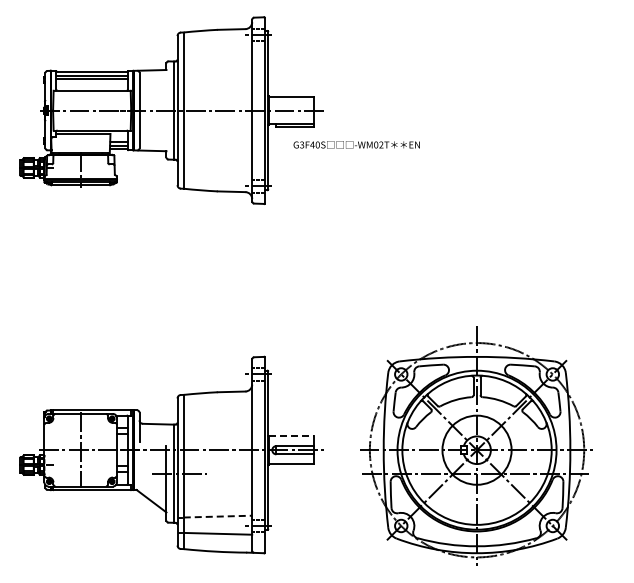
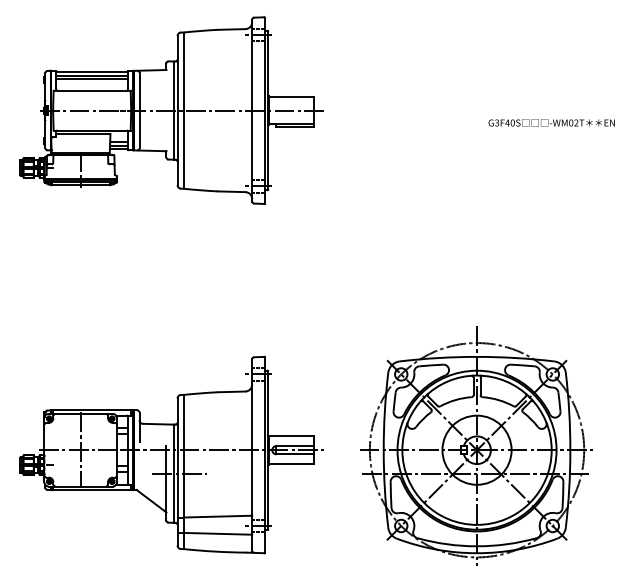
text at (356, 144) position: (356, 144) -> (551, 122)
line at (291, 436): dashed -> solid
line at (218, 516): dashed -> solid
